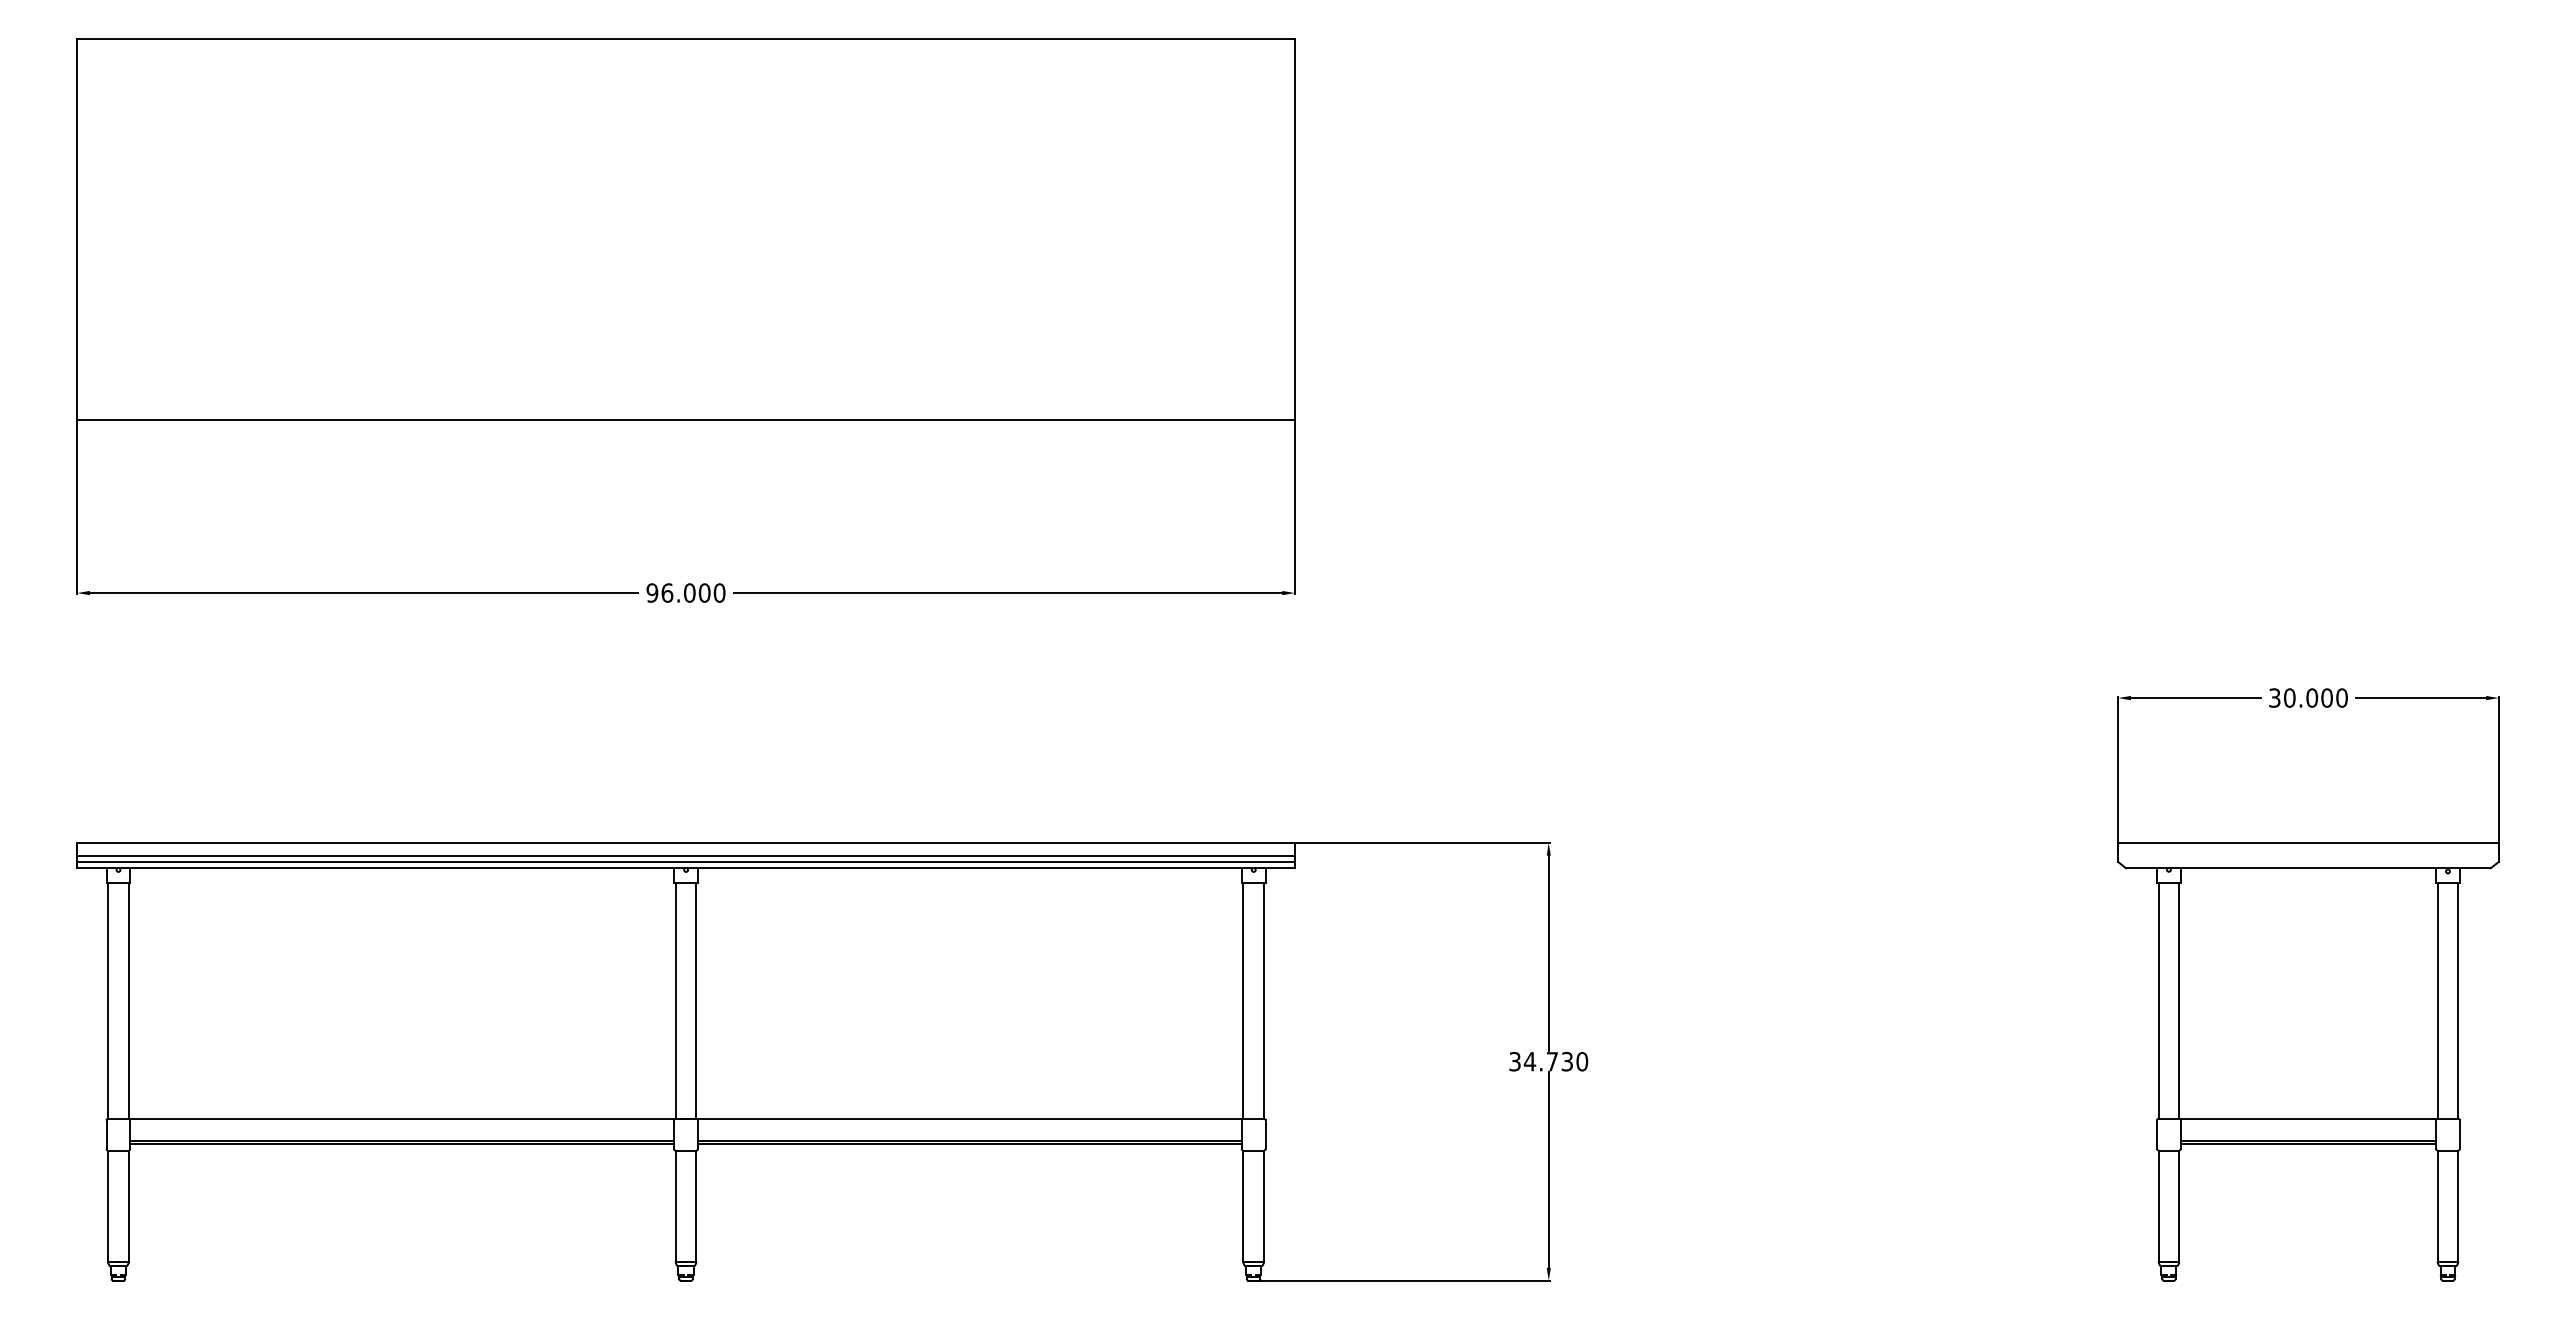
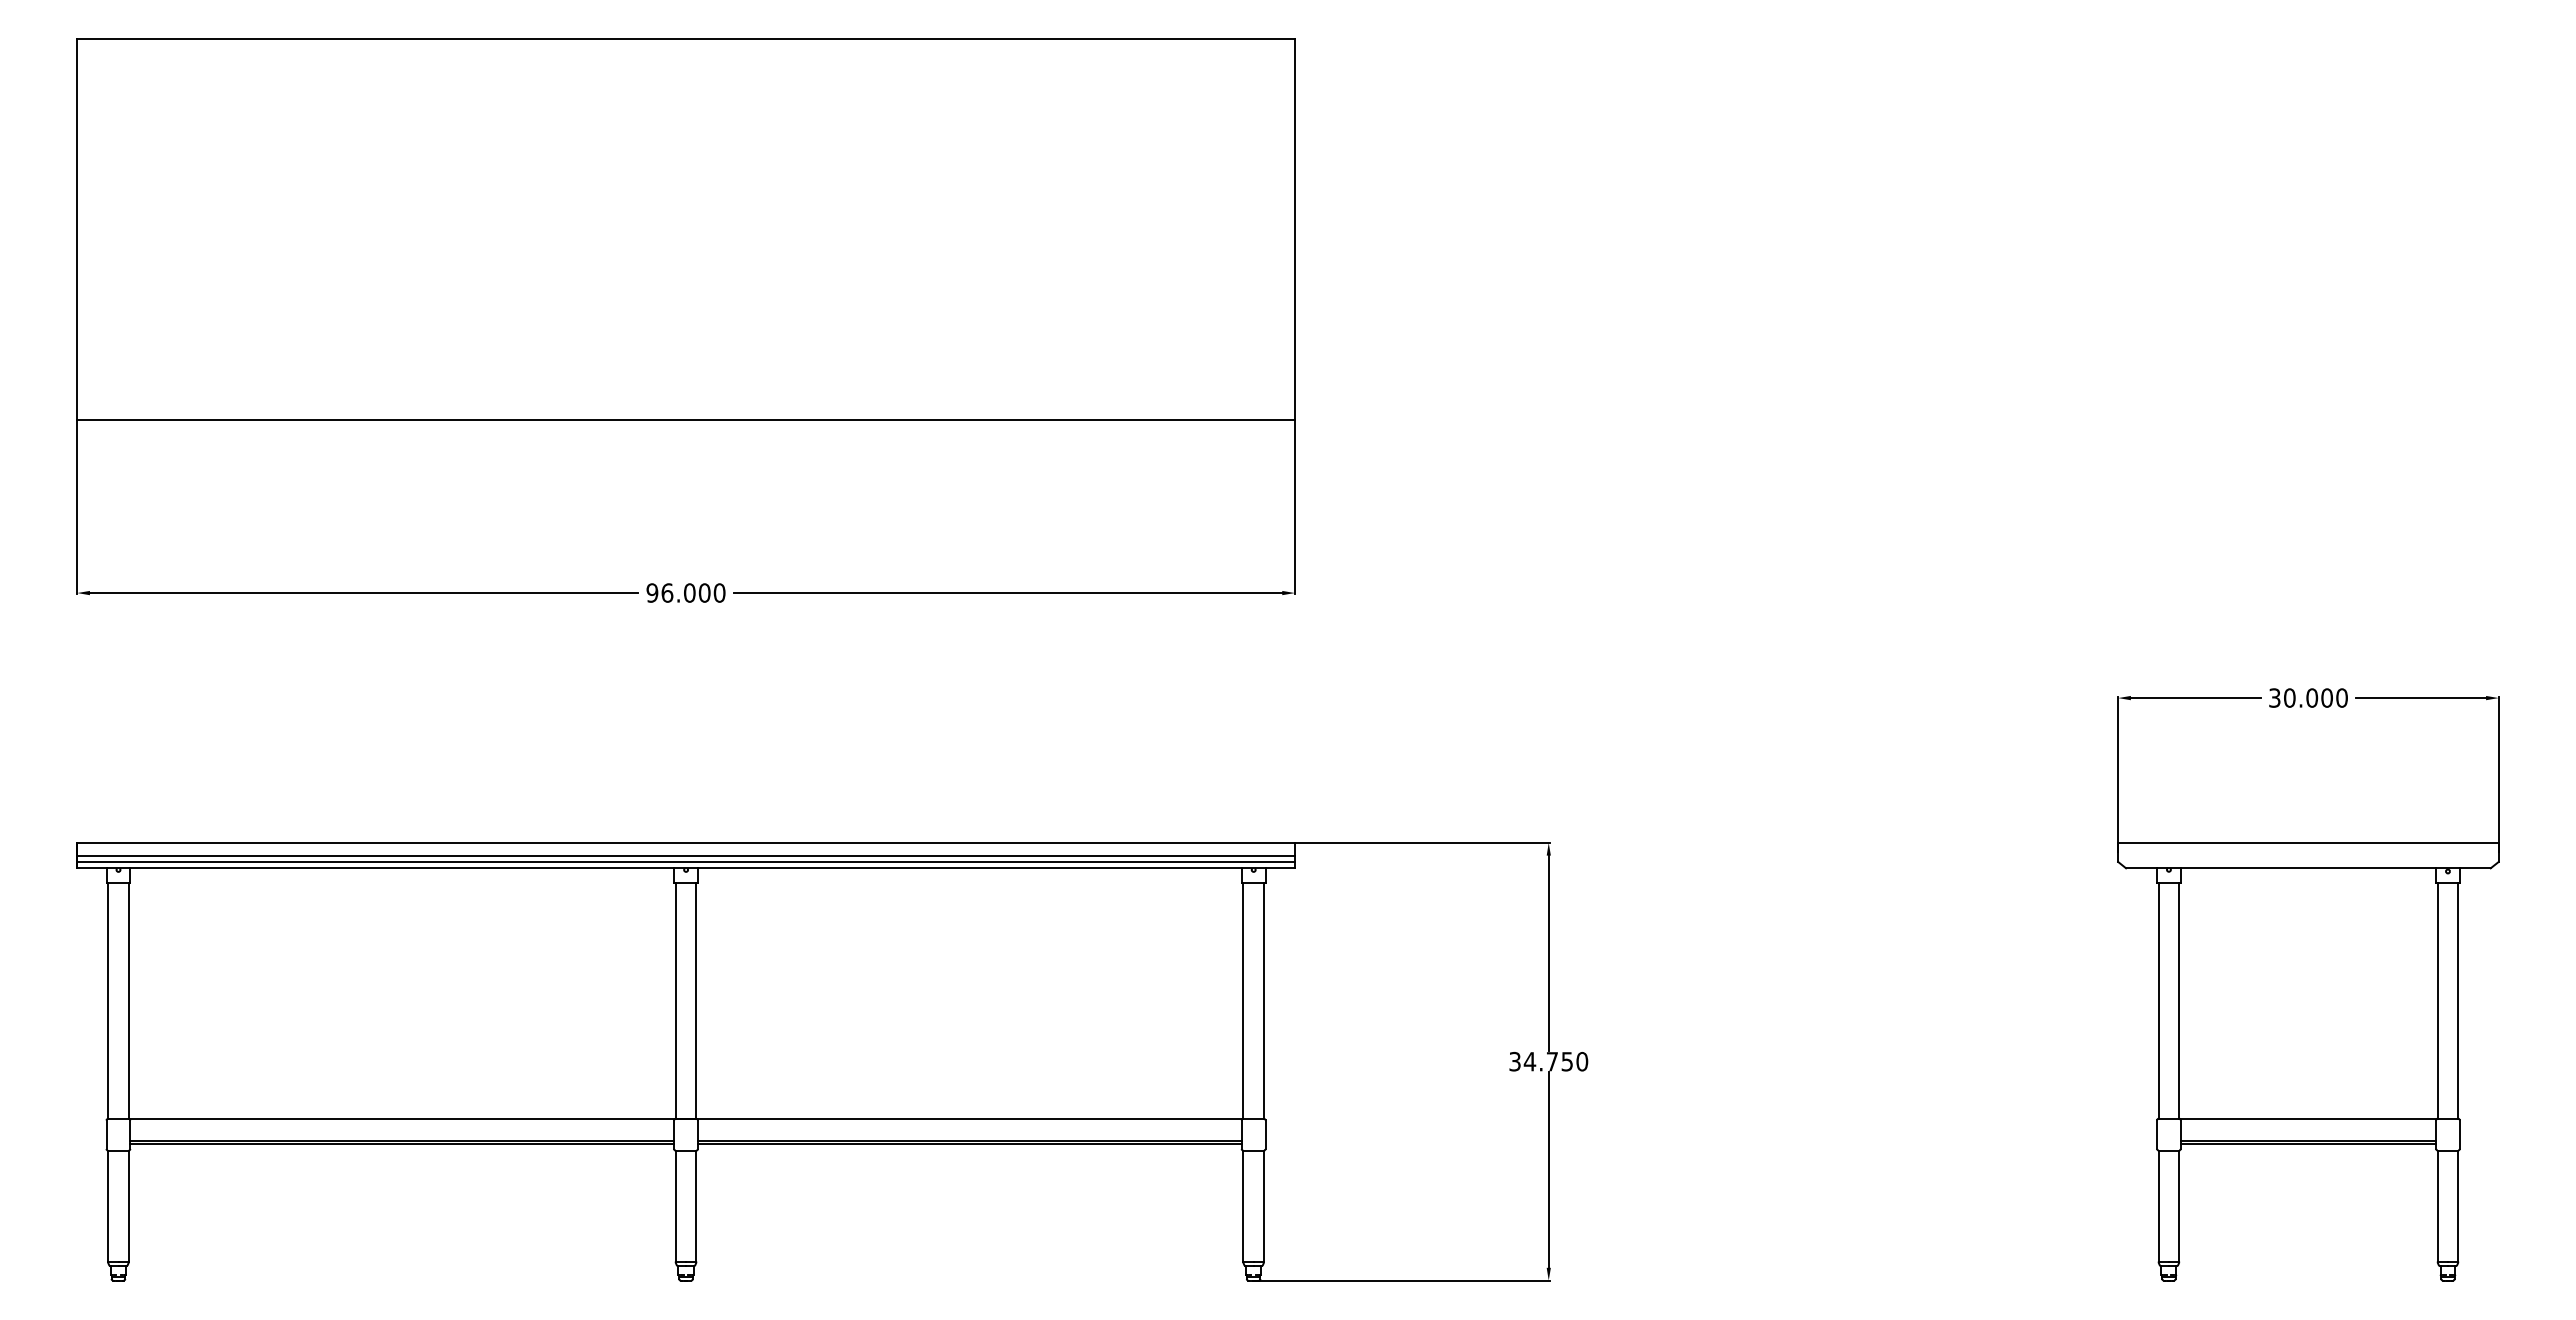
text at (1567, 1060): 34.730 -> 34.750
